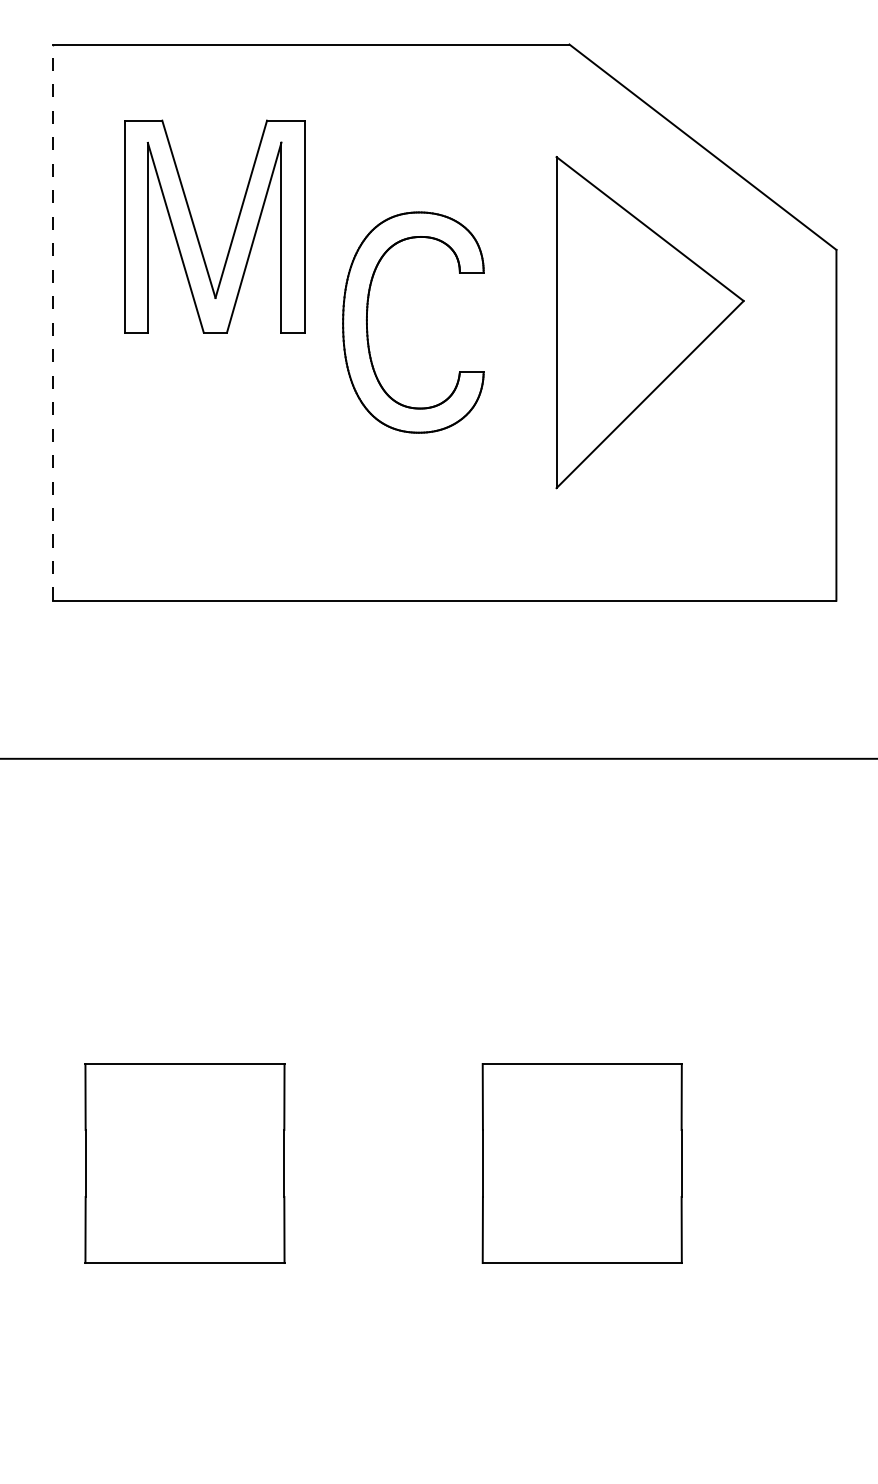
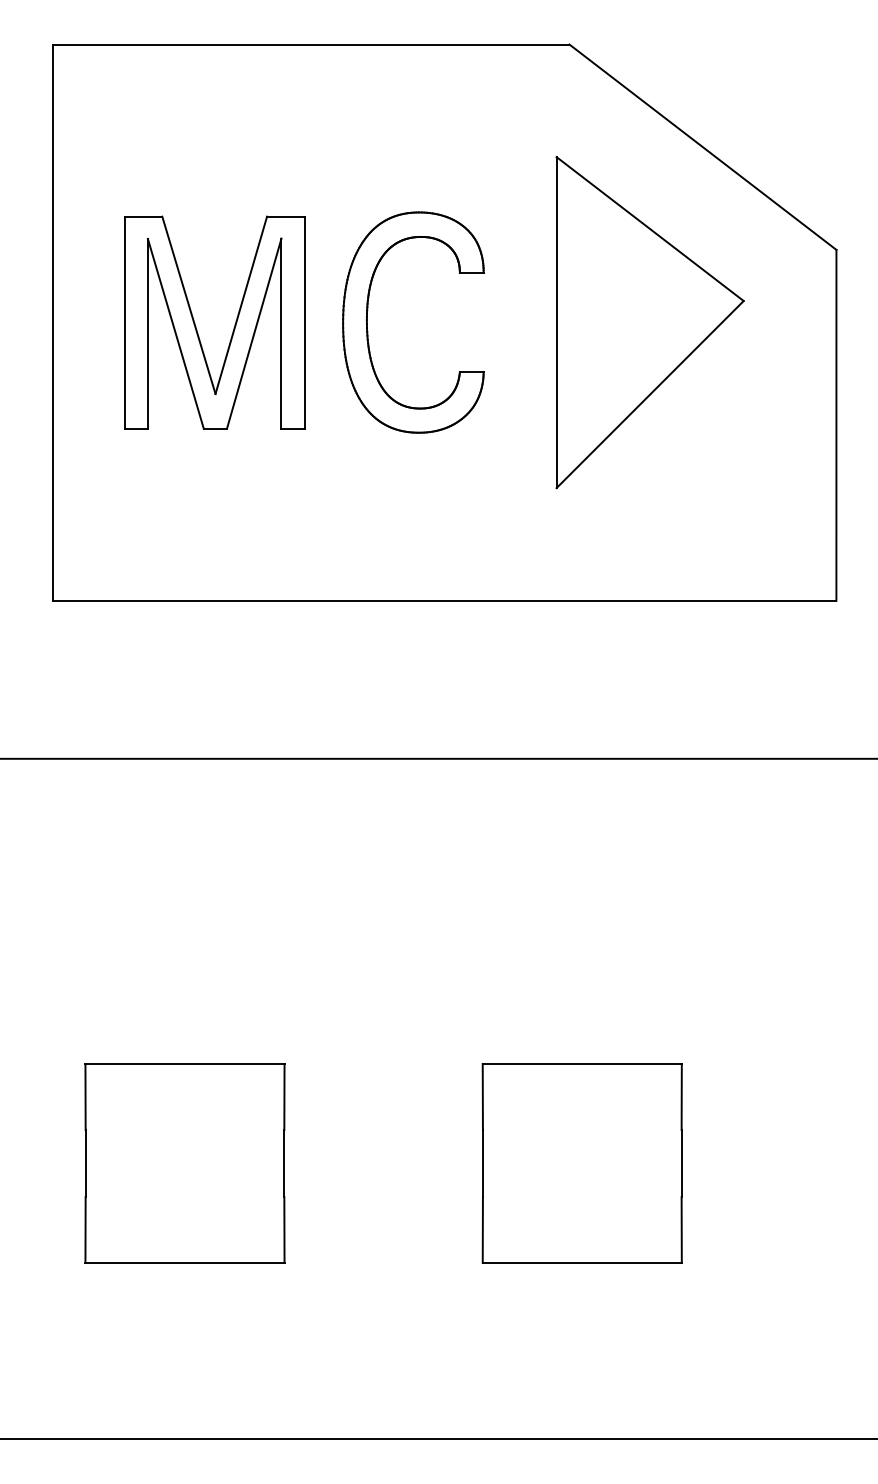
part at (197, 233) position: (197, 233) -> (197, 329)
line at (52, 322): dashed -> solid
line at (438, 1439): none -> present
